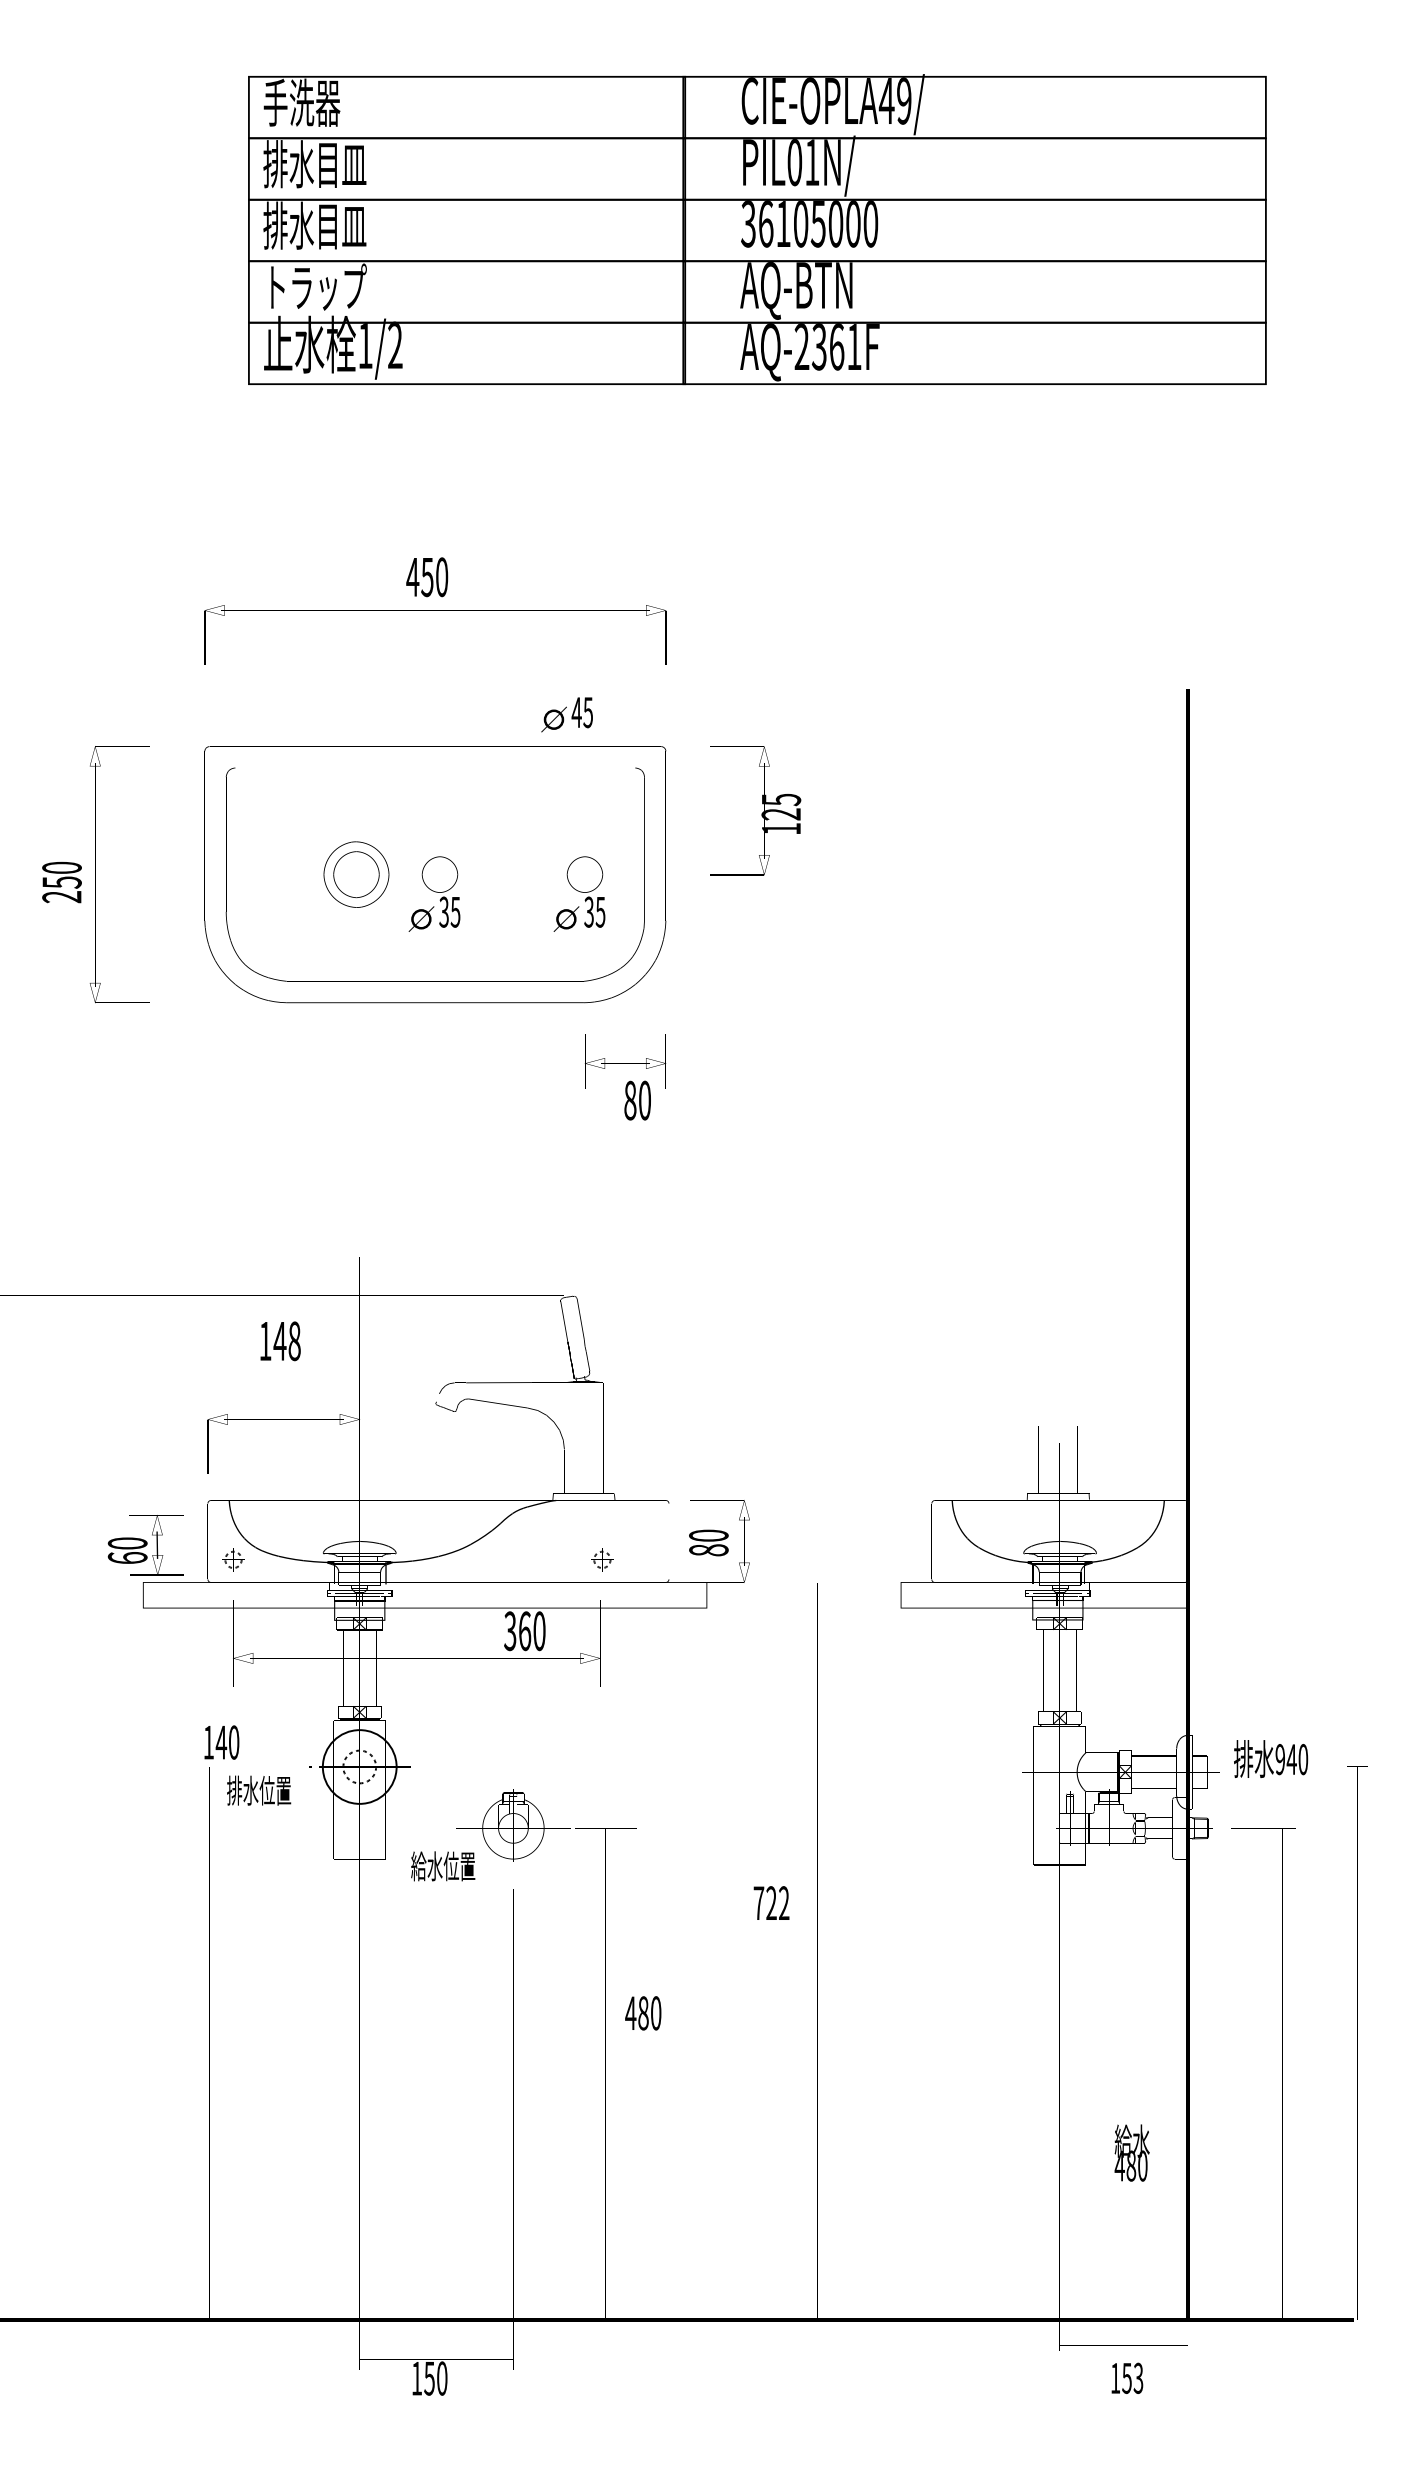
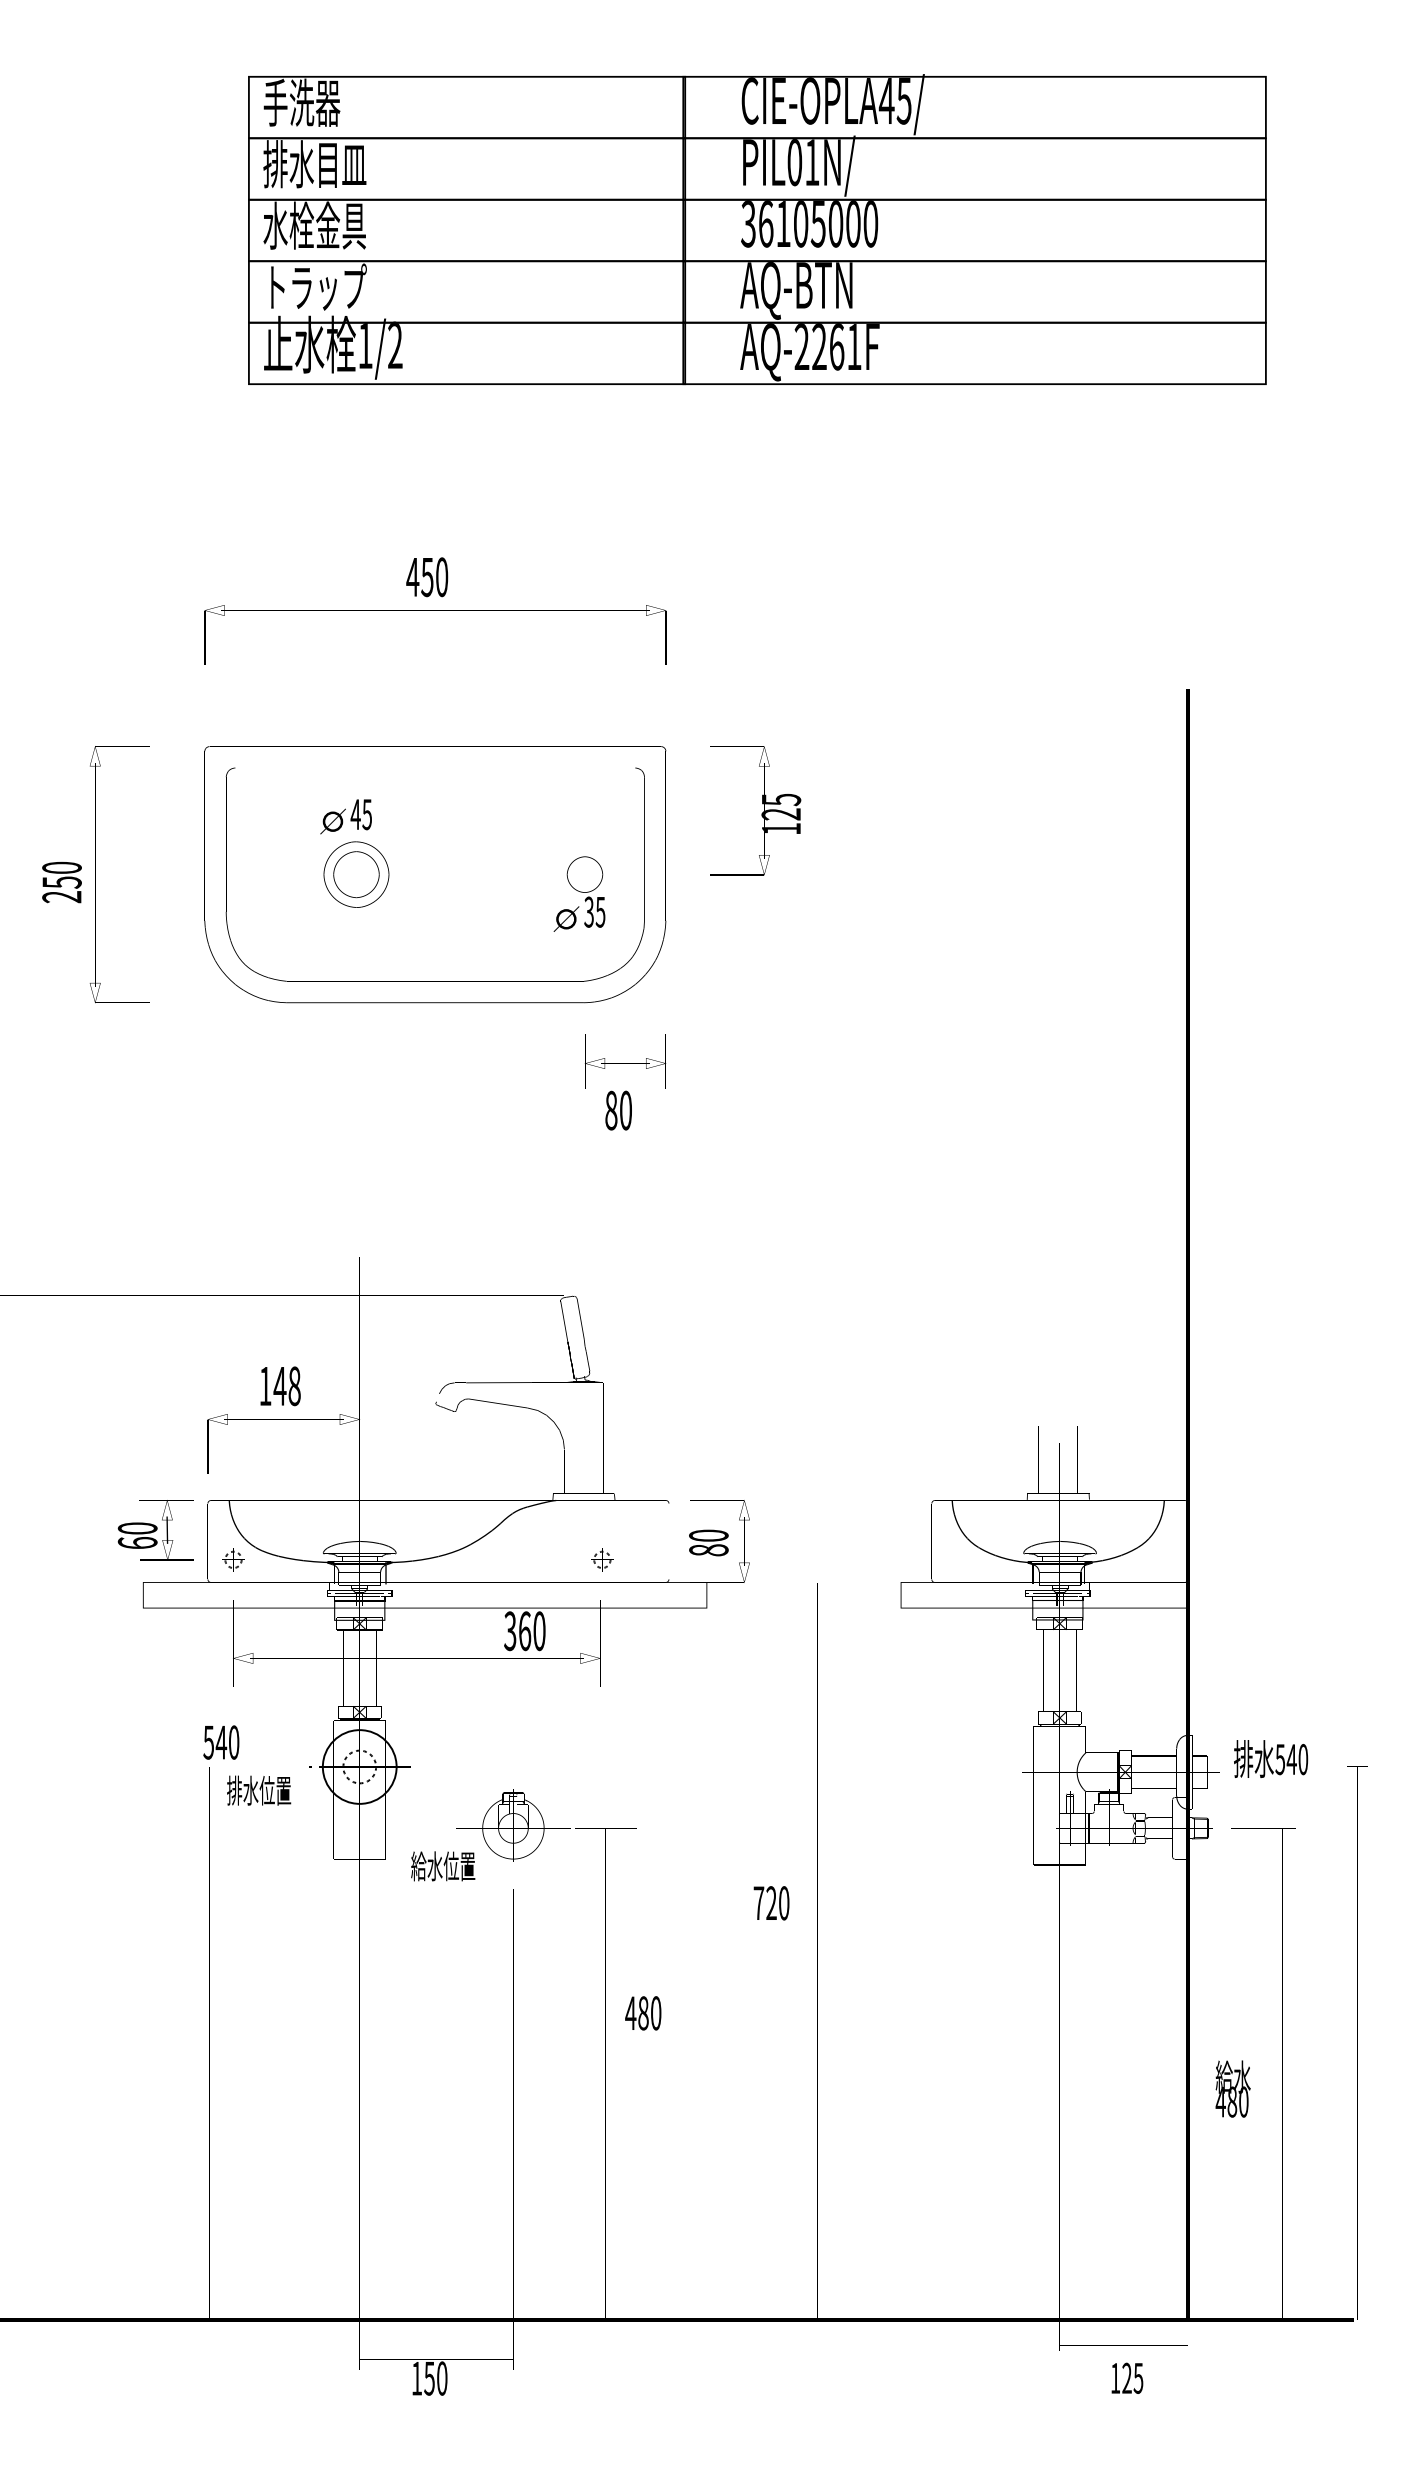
text at (903, 100): CIE-OPLA49/ -> CIE-OPLA45/
text at (314, 225): 排水目皿 -> 水栓金具
text at (818, 347): AQ-2361F -> AQ-2261F
part at (566, 714) position: (566, 714) -> (345, 816)
part at (434, 893): present -> none
text at (637, 1100) position: (637, 1100) -> (618, 1110)
text at (280, 1341) position: (280, 1341) -> (280, 1386)
text at (145, 1545) position: (145, 1545) -> (155, 1530)
text at (208, 1742): 140 -> 540
text at (1279, 1759): 940 -> 540
text at (784, 1903): 722 -> 720
text at (1131, 2152) position: (1131, 2152) -> (1232, 2088)
text at (1132, 2377): 153 -> 125
